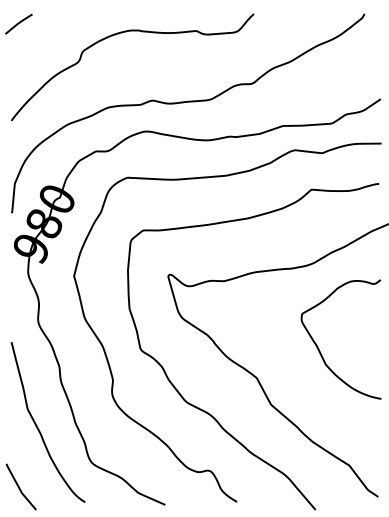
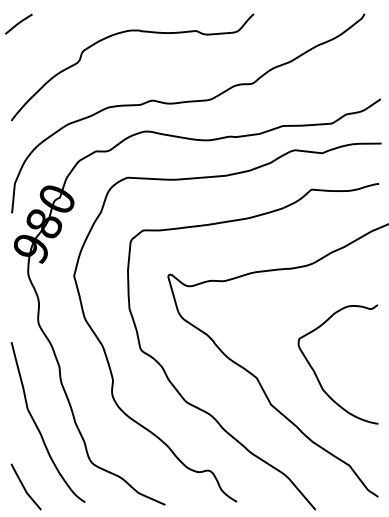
curve at (319, 348) position: (319, 348) -> (316, 373)
curve at (19, 486) position: (19, 486) -> (24, 486)
